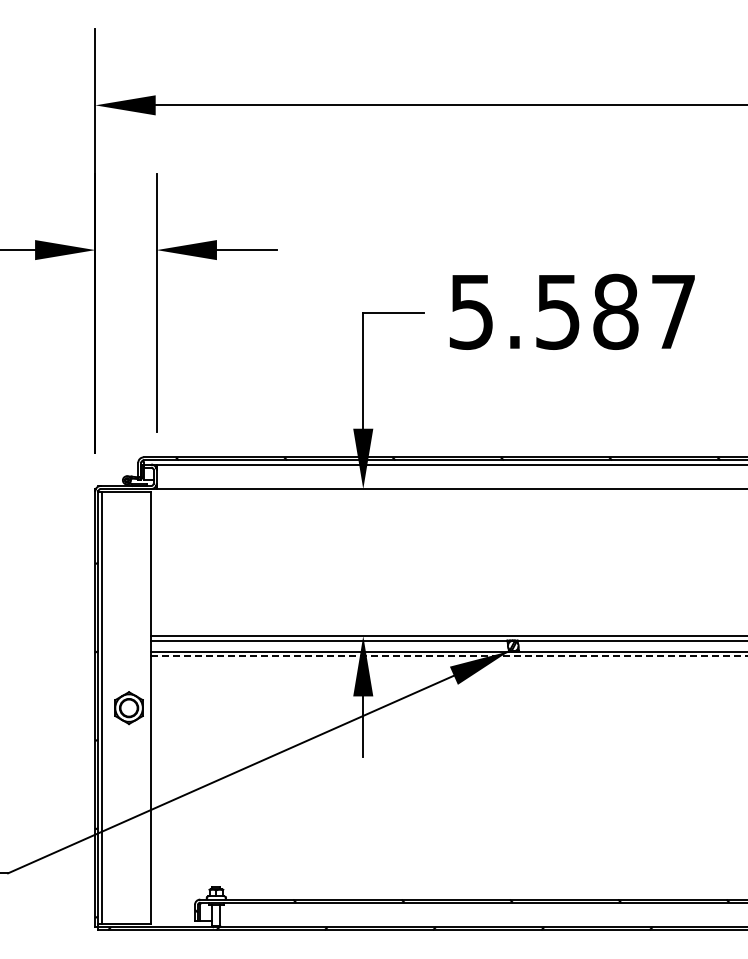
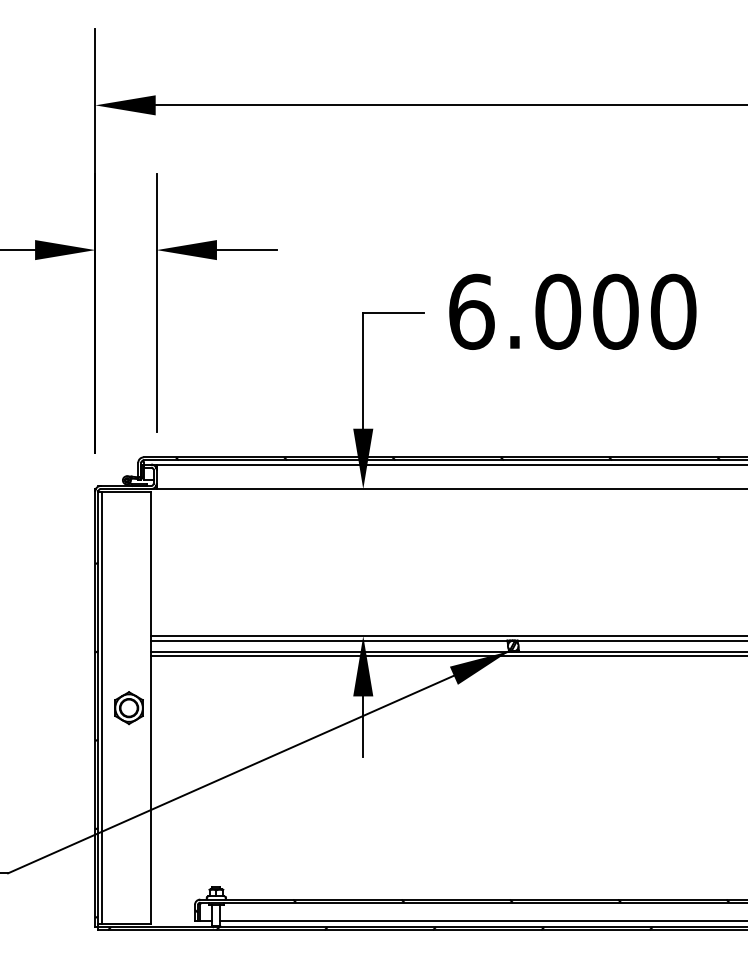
text at (572, 311): 5.587 -> 6.000
line at (449, 656): dashed -> solid
line at (482, 921): none -> present
